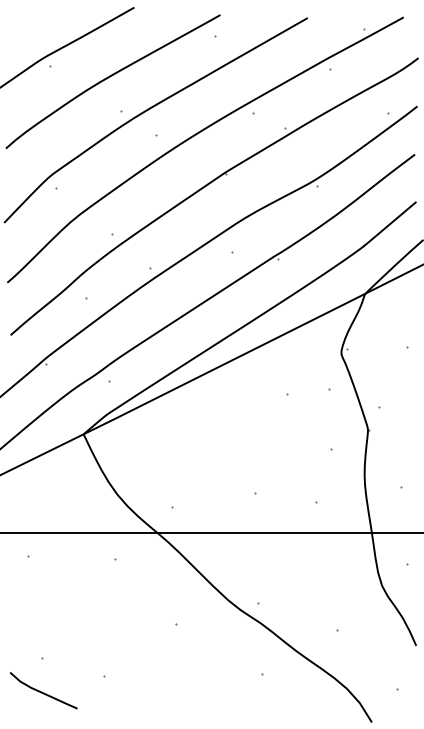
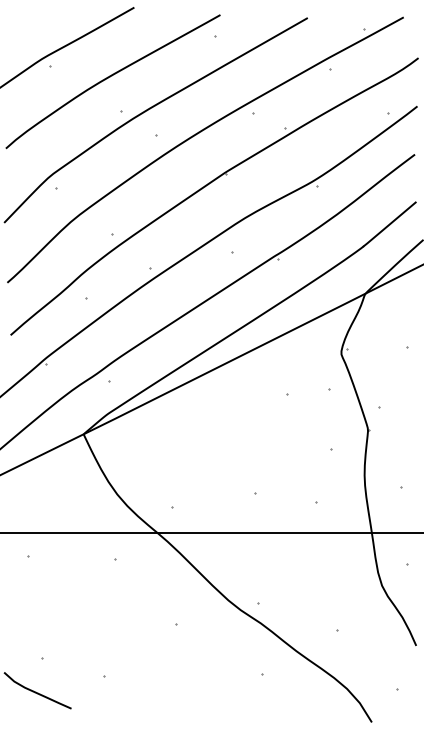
curve at (42, 691) position: (42, 691) -> (36, 691)
